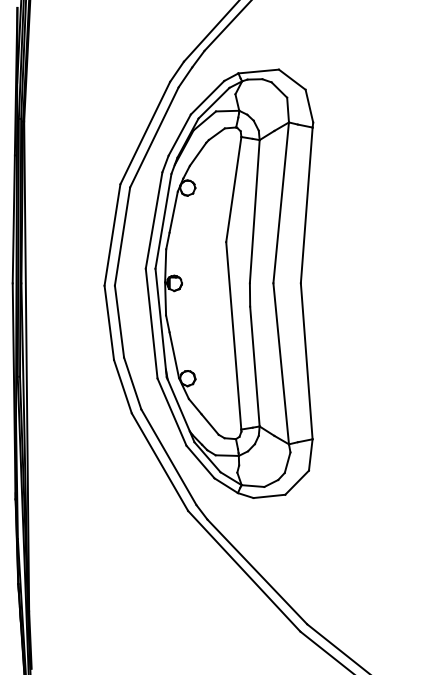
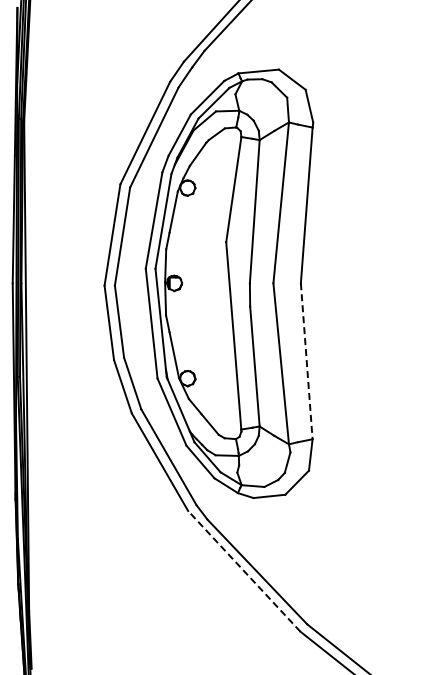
line at (306, 361): solid -> dashed
line at (243, 570): solid -> dashed
